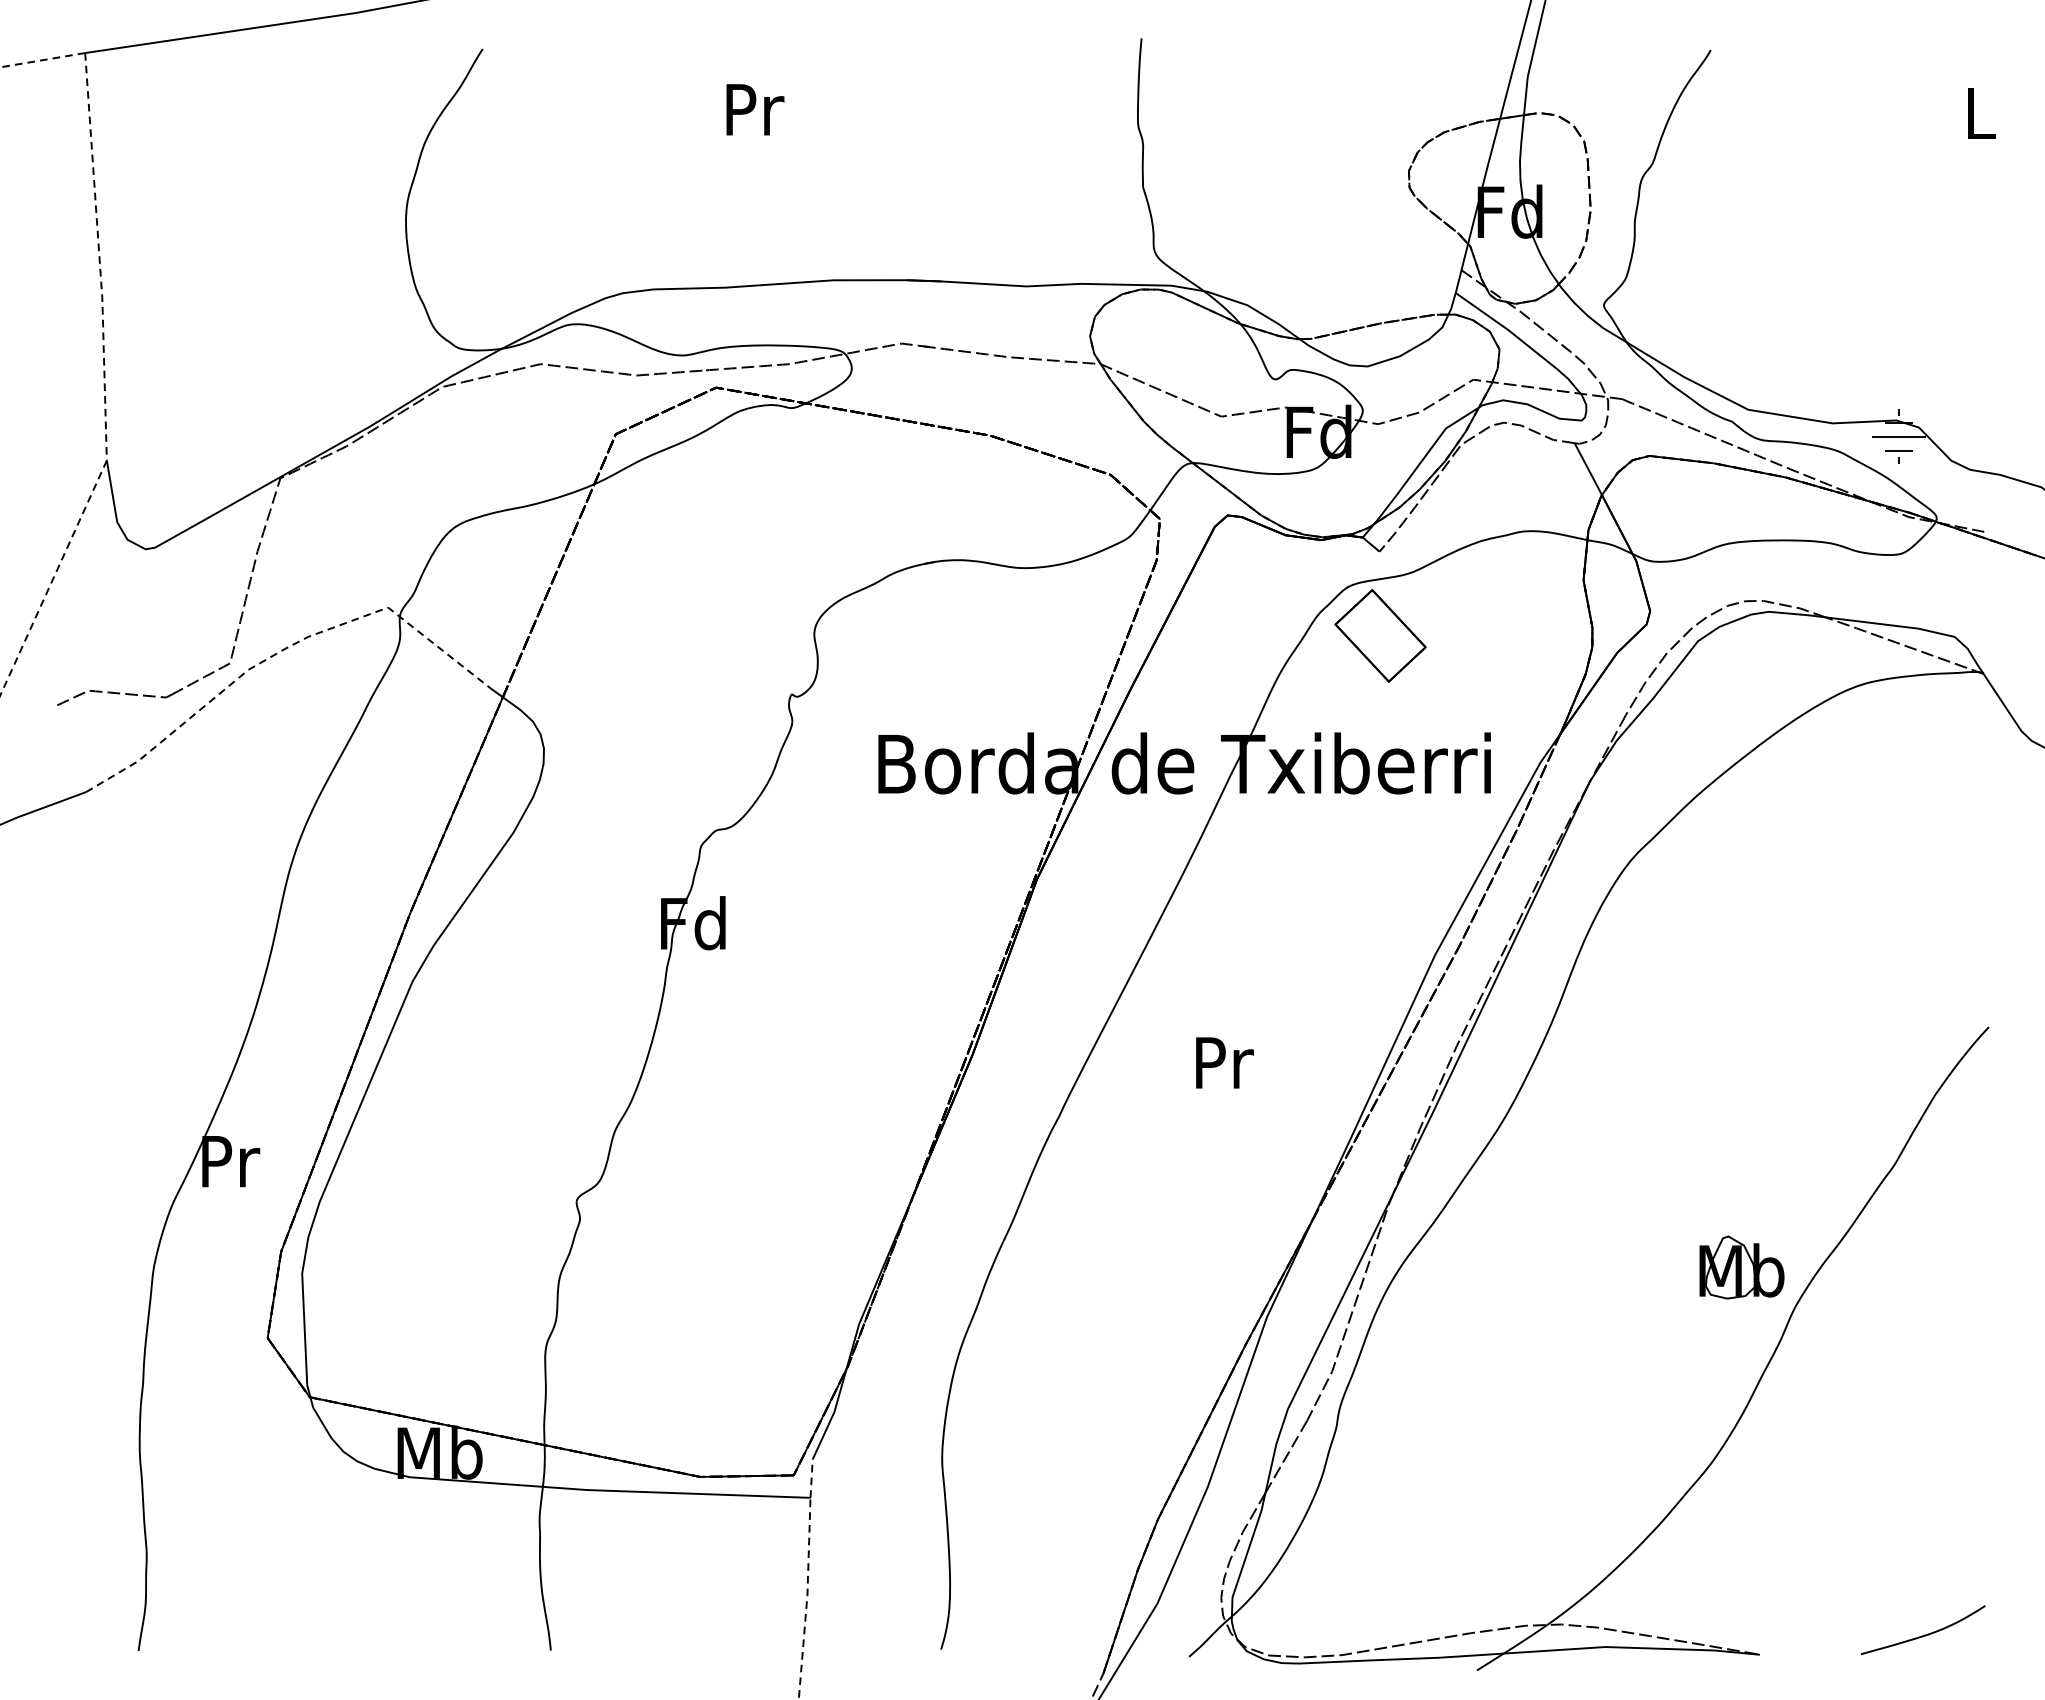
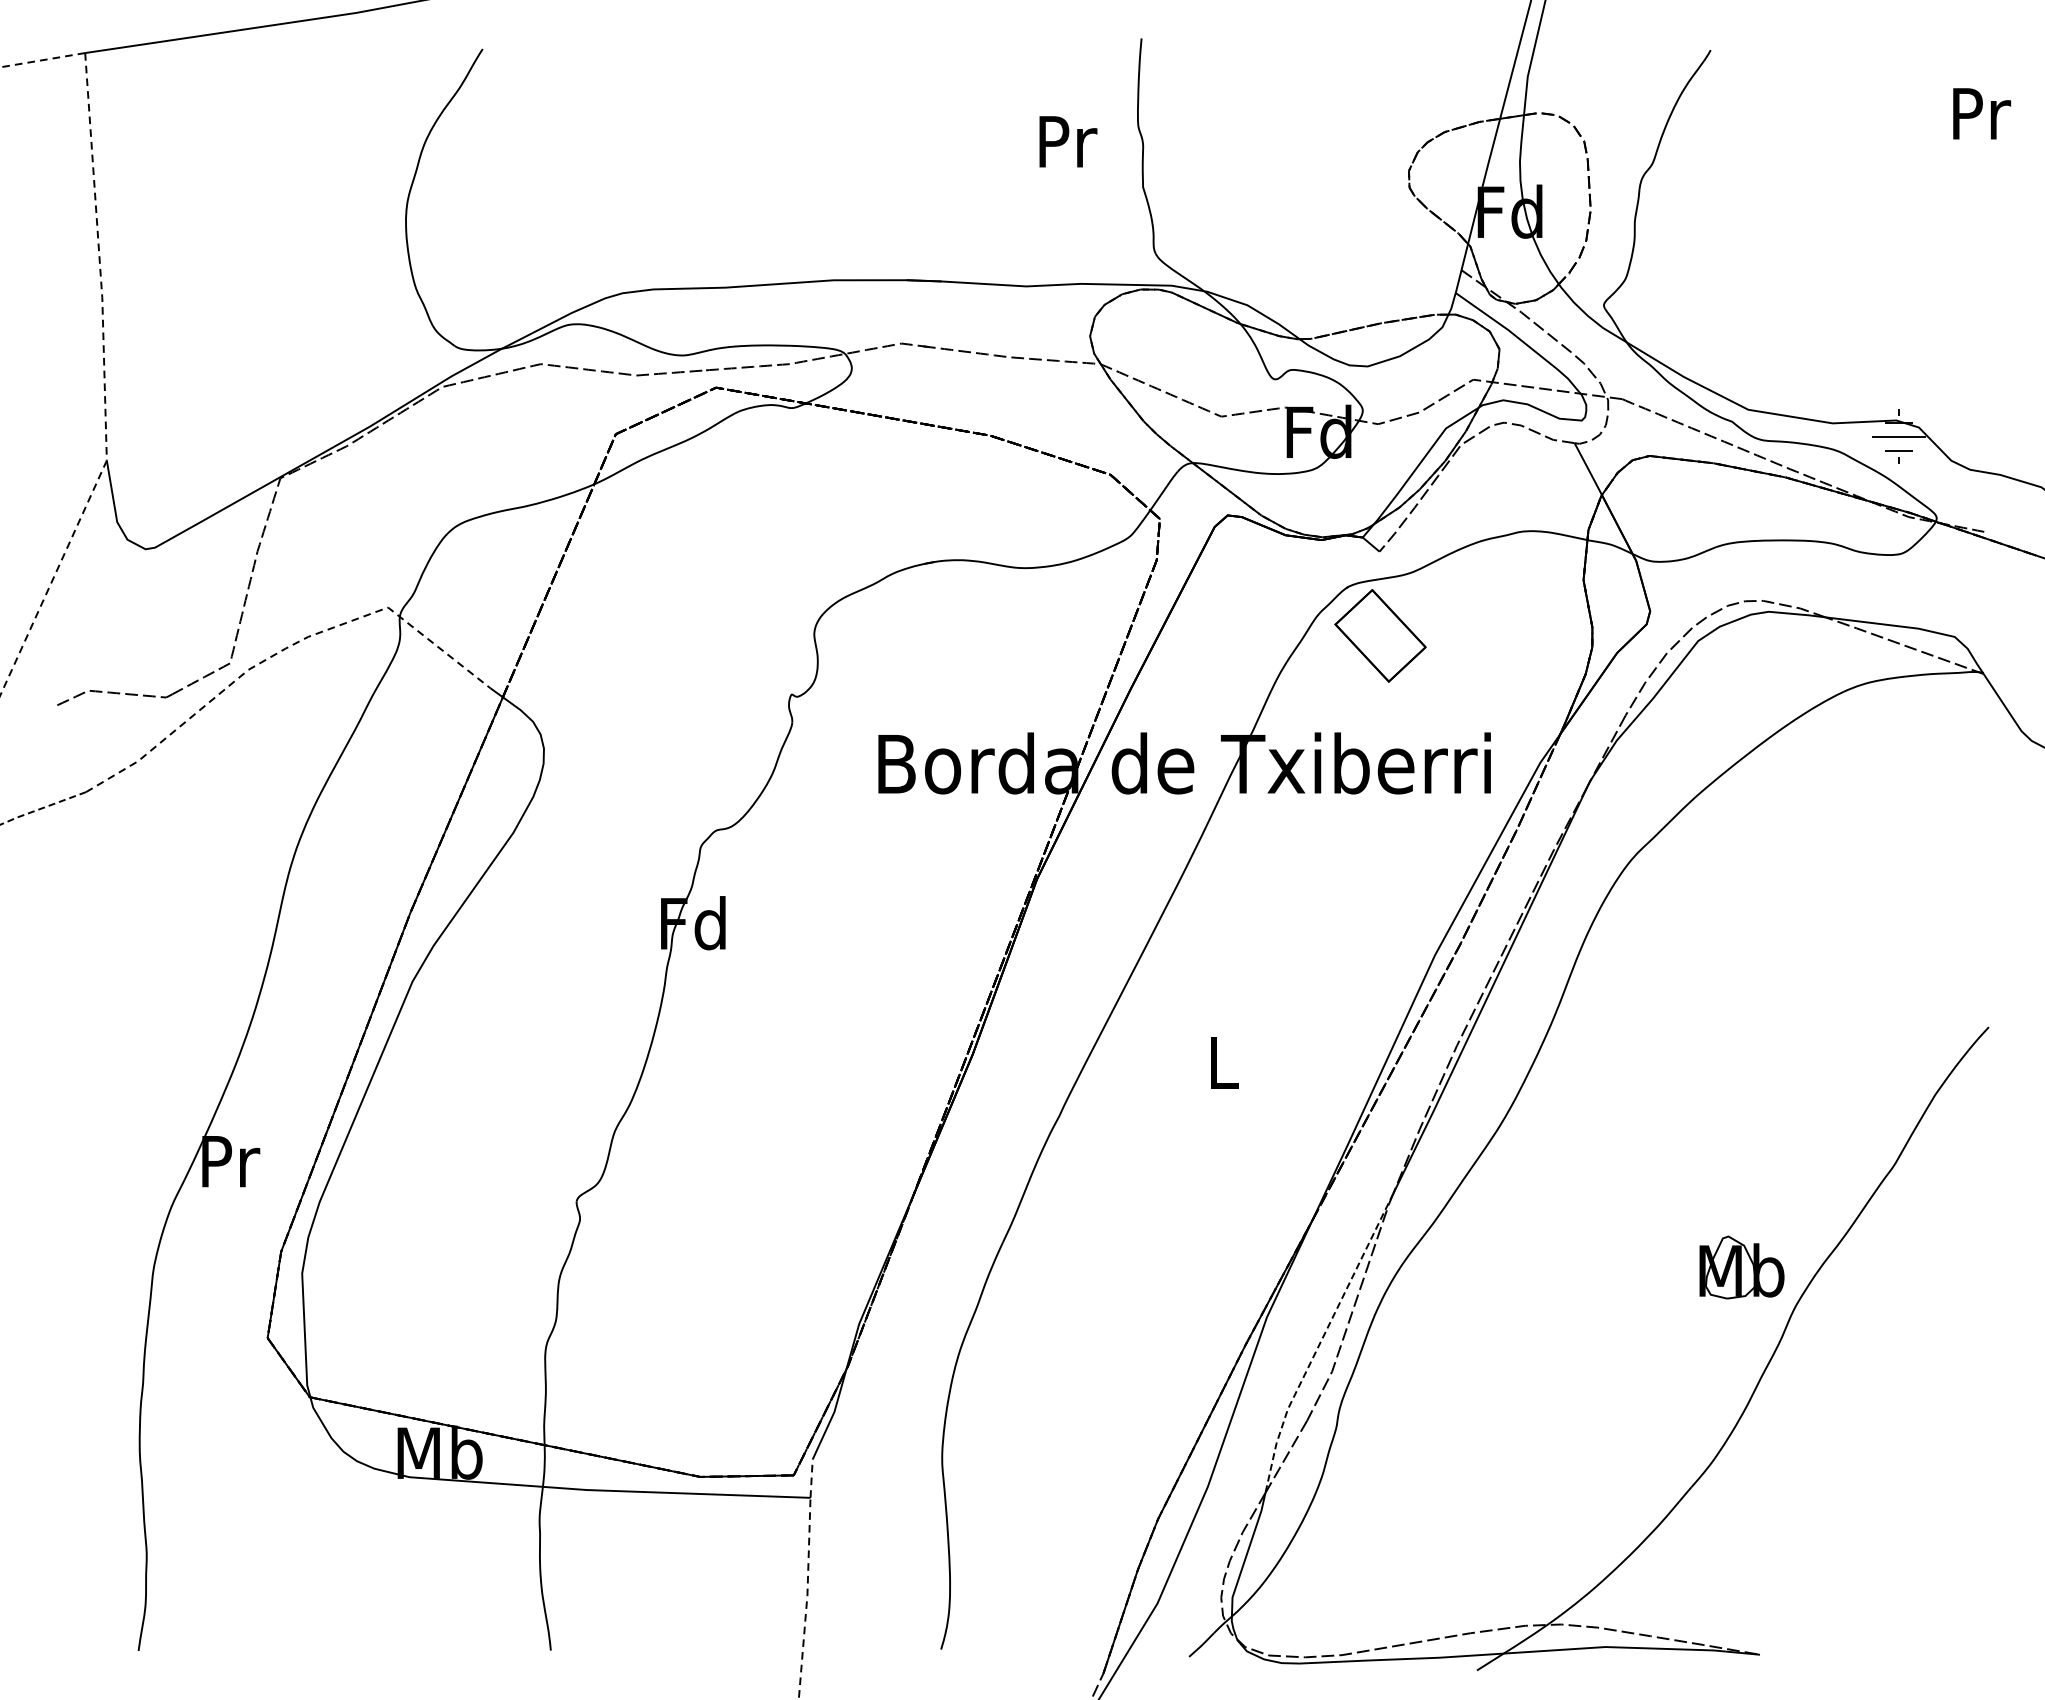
text at (755, 109) position: (755, 109) -> (1068, 141)
text at (1982, 113): L -> Pr
line at (43, 807): solid -> dashed
text at (1224, 1062): Pr -> L
line at (1320, 1341): solid -> dashed
curve at (1924, 1634): present -> none
